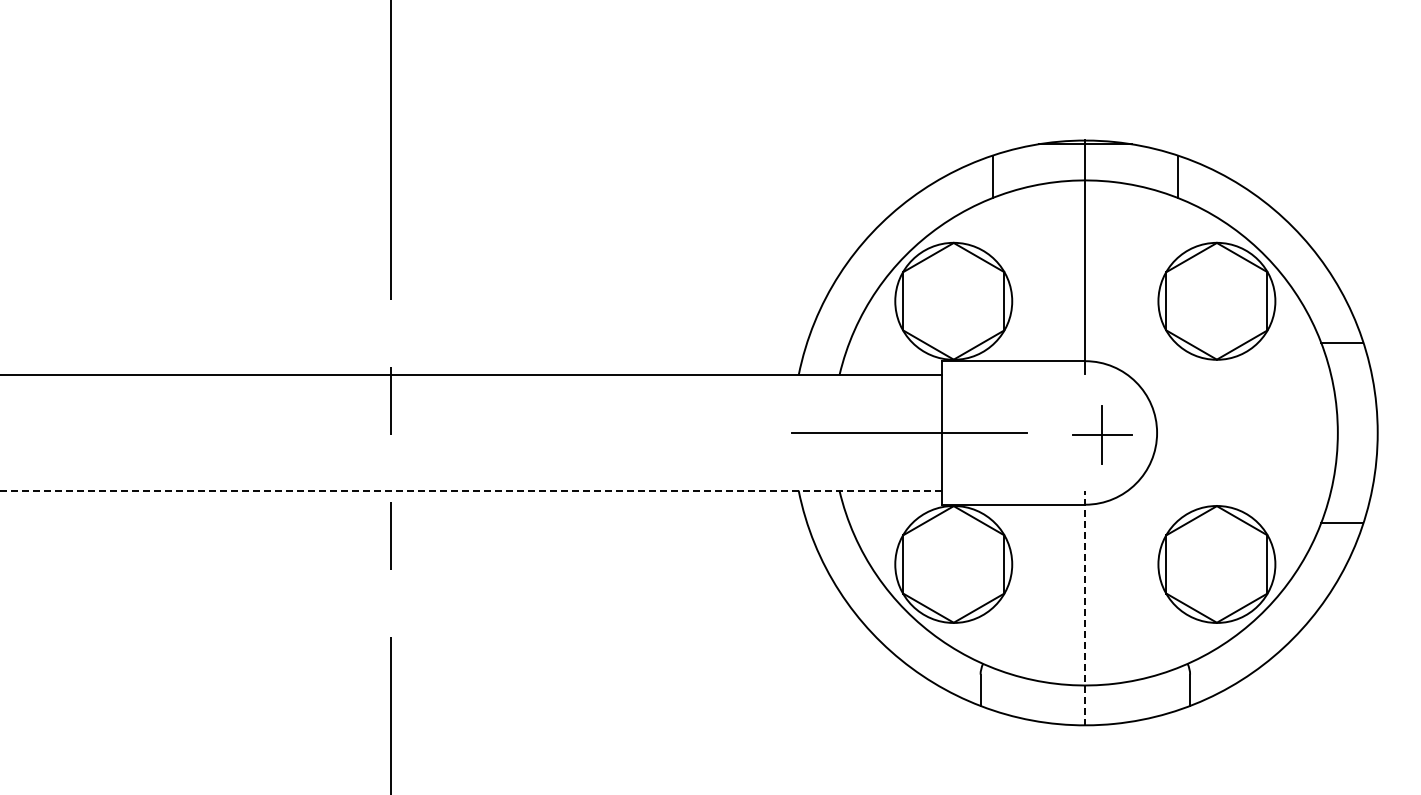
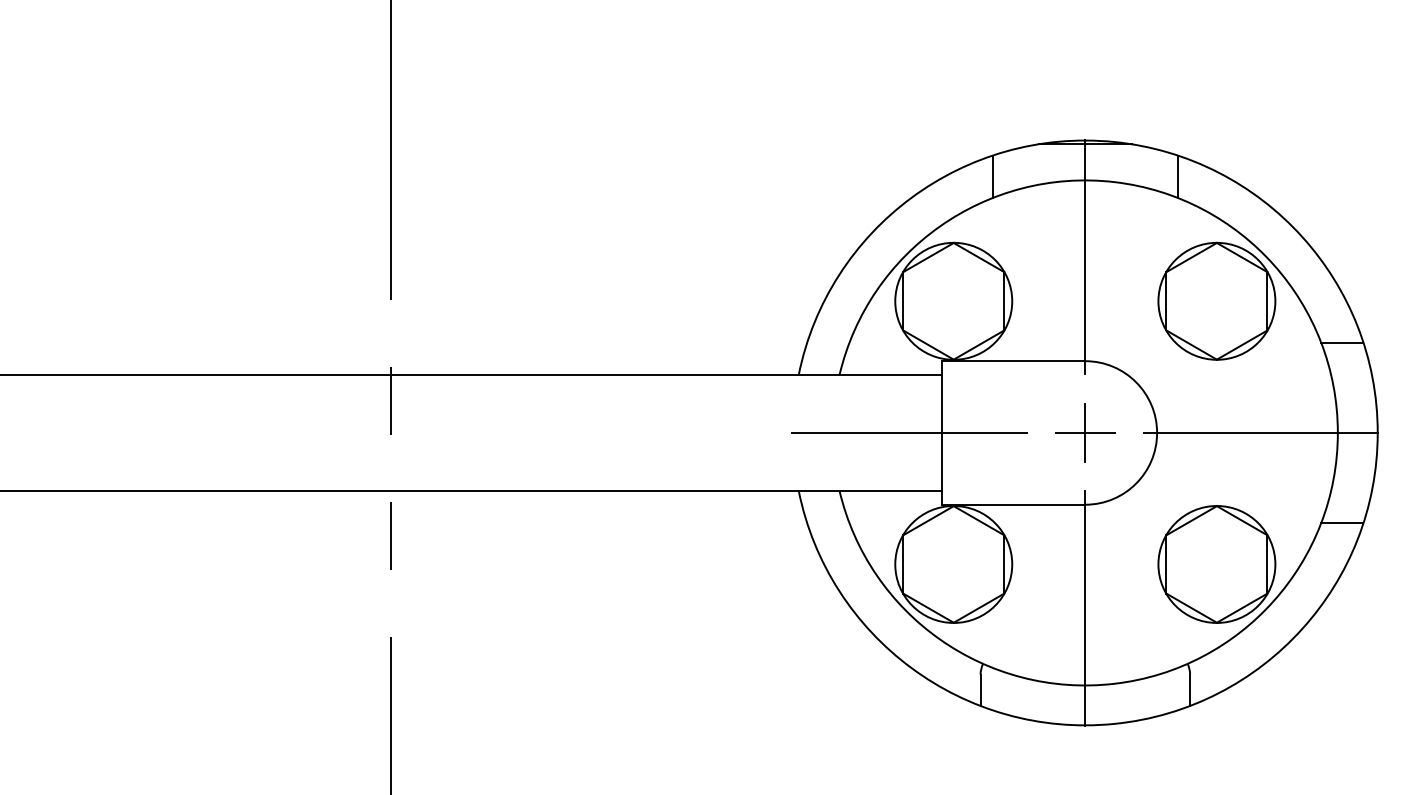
line at (1260, 432): none -> present
part at (1102, 434) position: (1102, 434) -> (1085, 432)
line at (470, 490): dashed -> solid
line at (1085, 608): dashed -> solid
